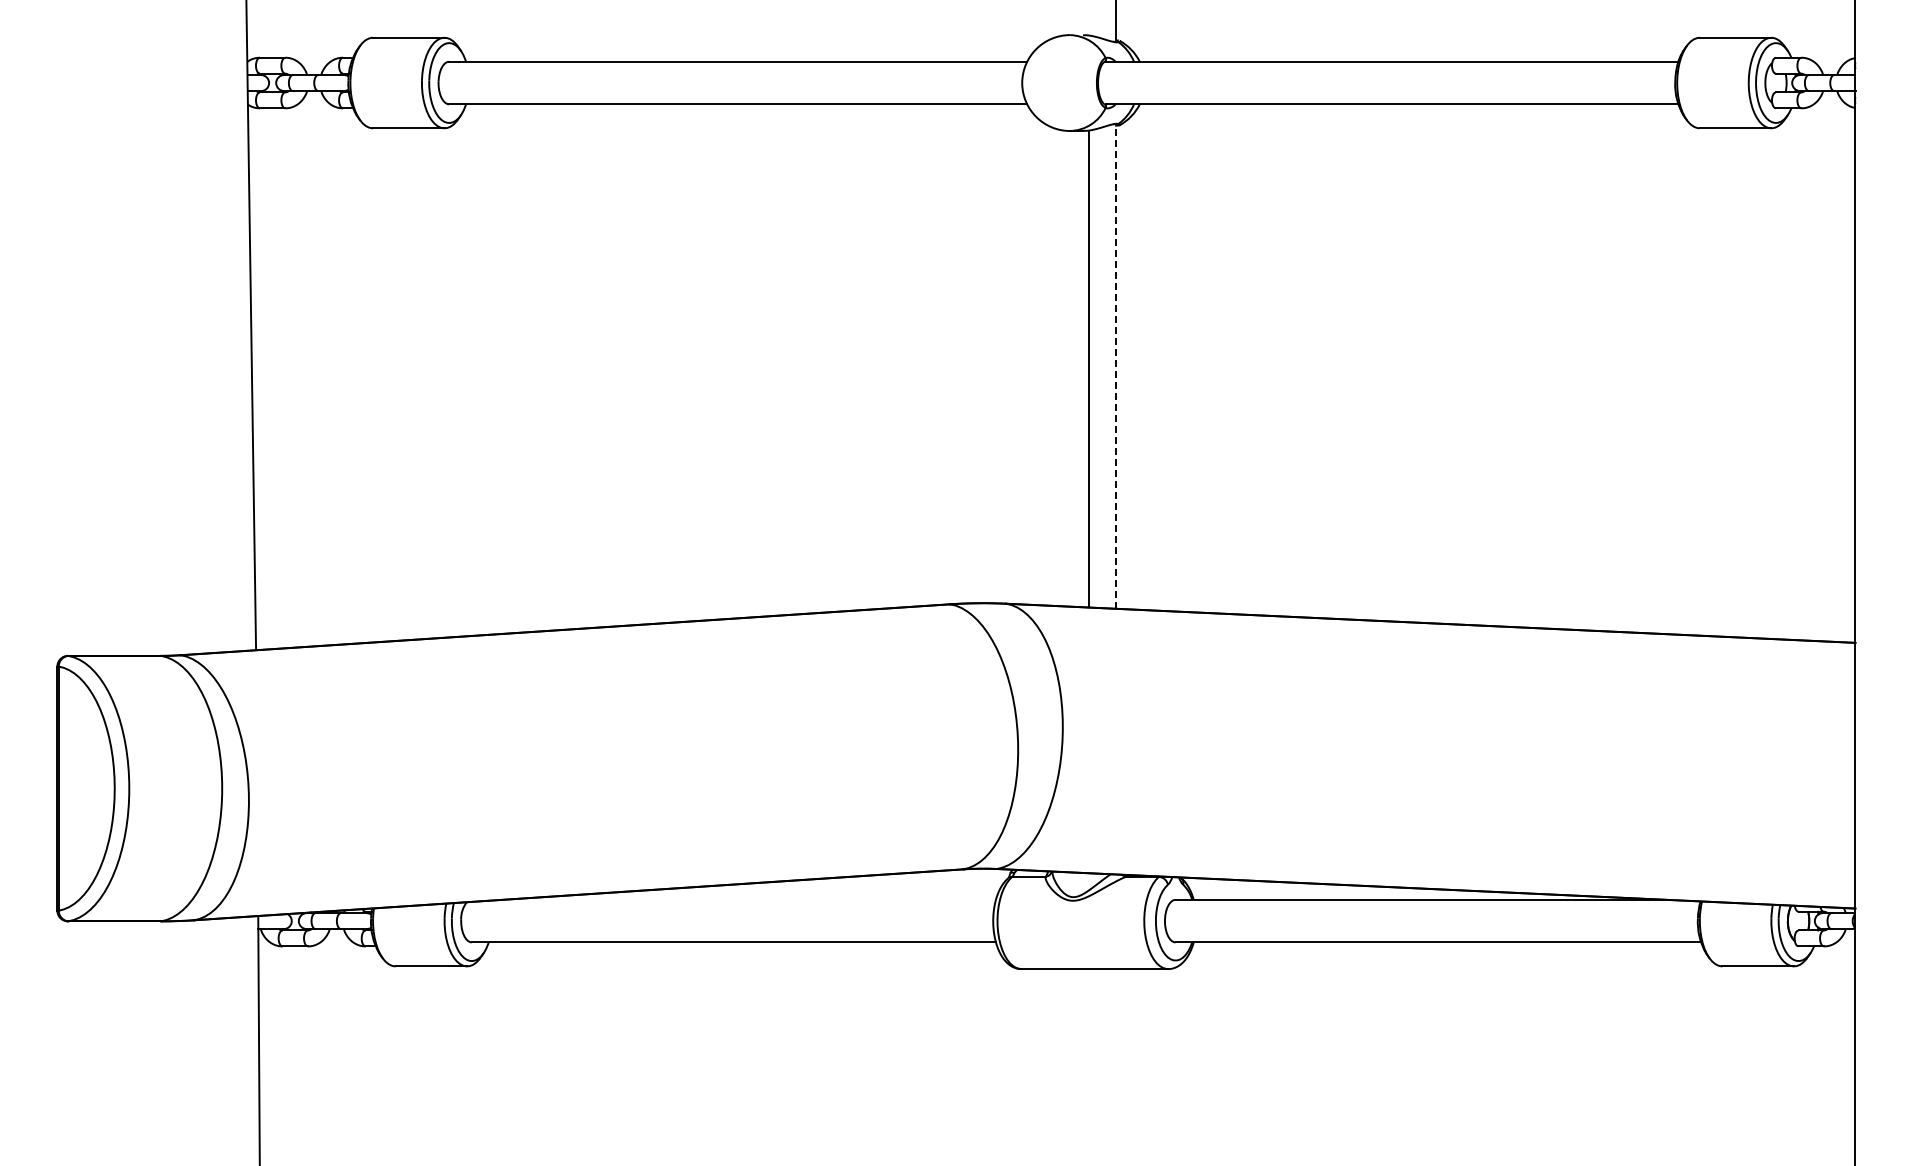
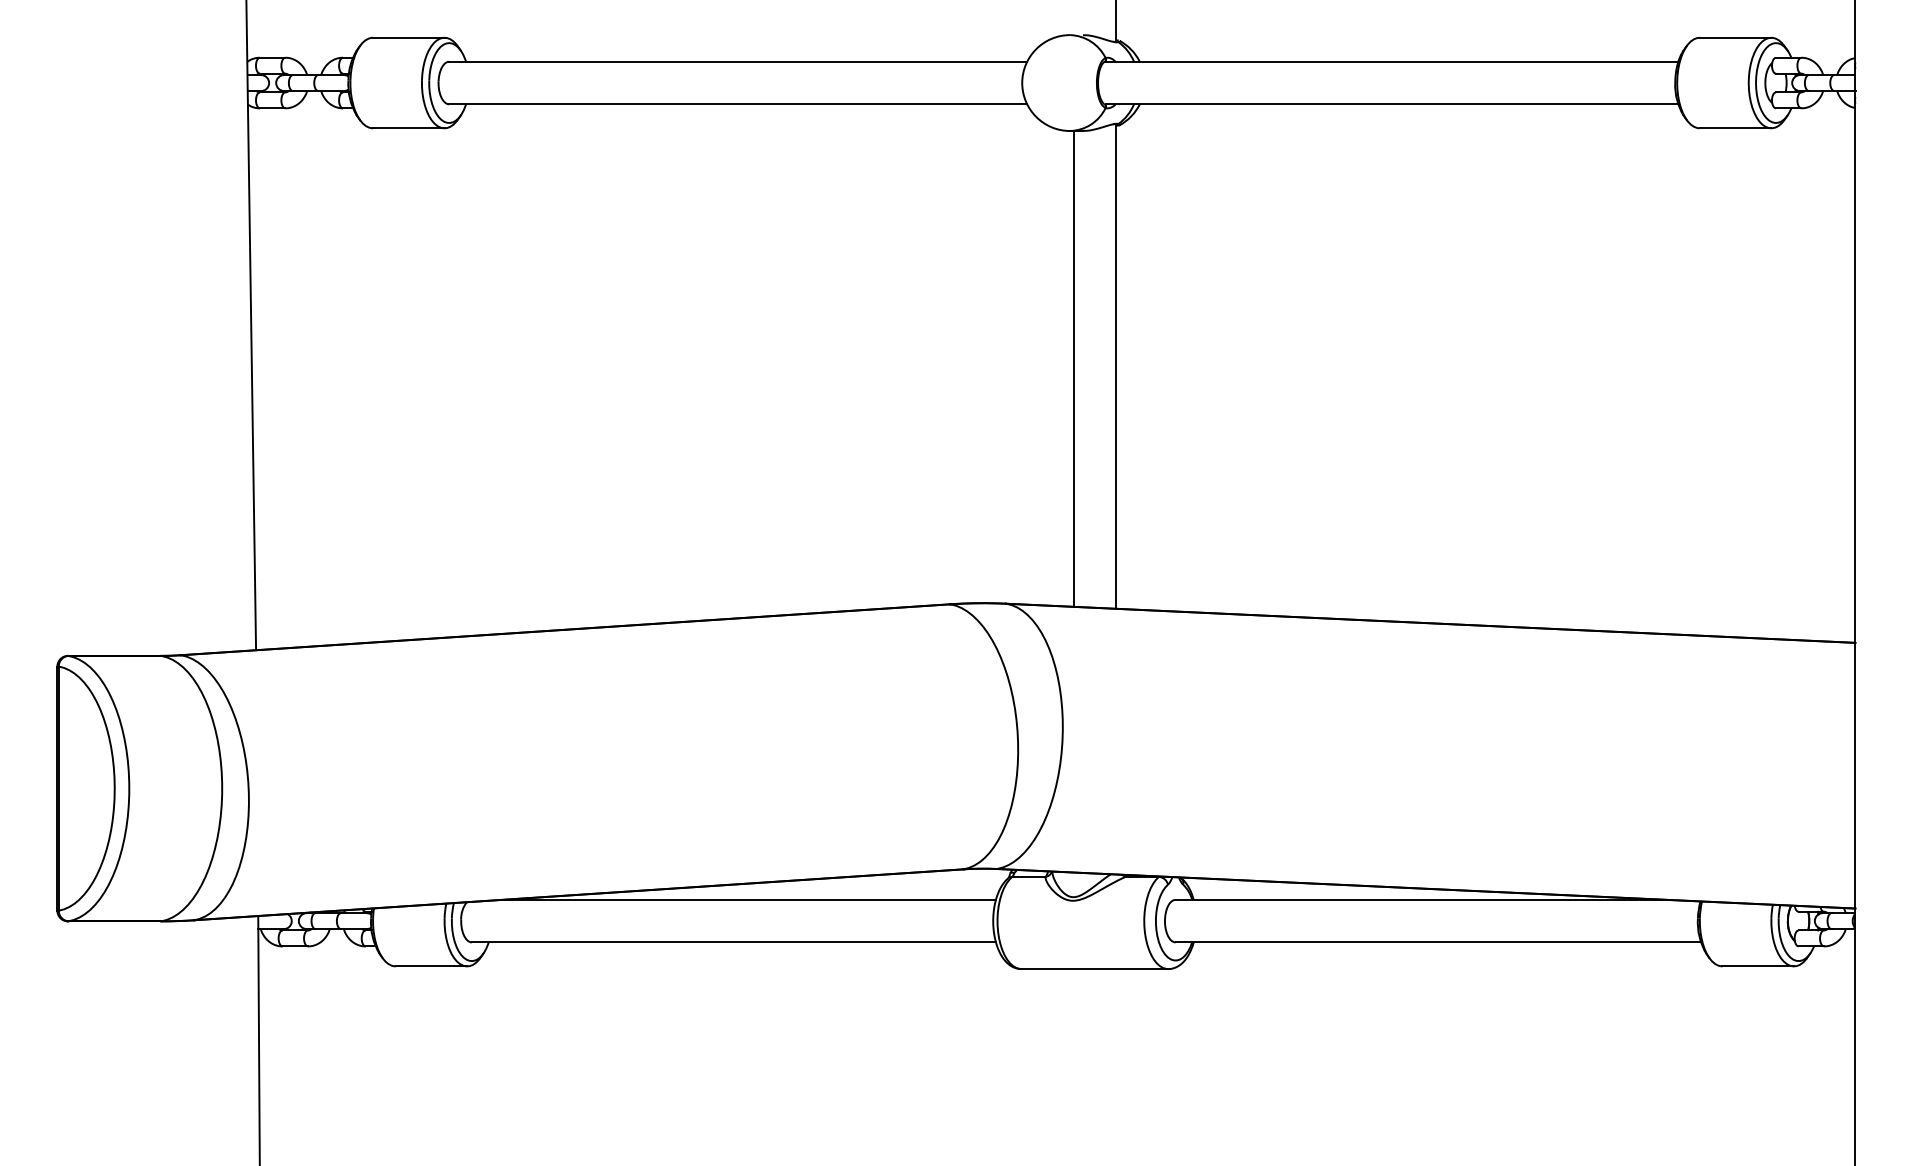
line at (1116, 365): dashed -> solid
line at (1088, 368) position: (1088, 368) -> (1073, 368)
line at (749, 899): none -> present
